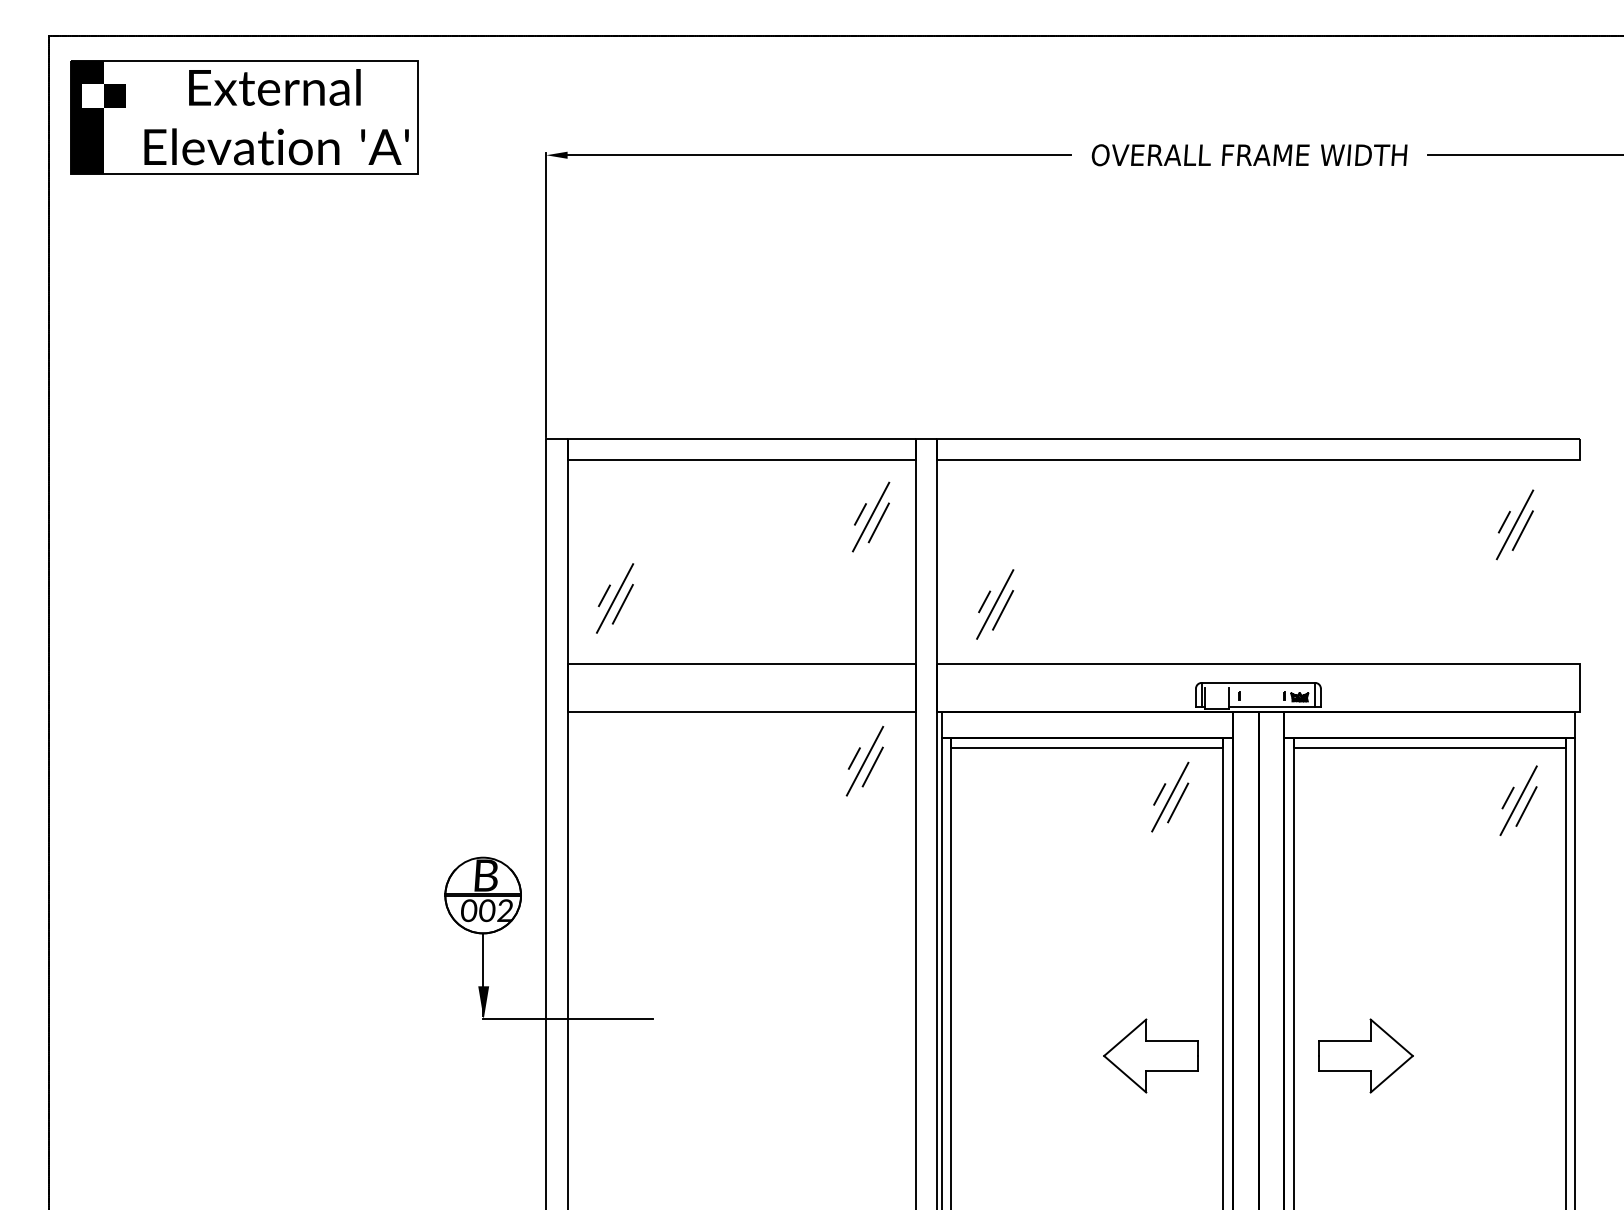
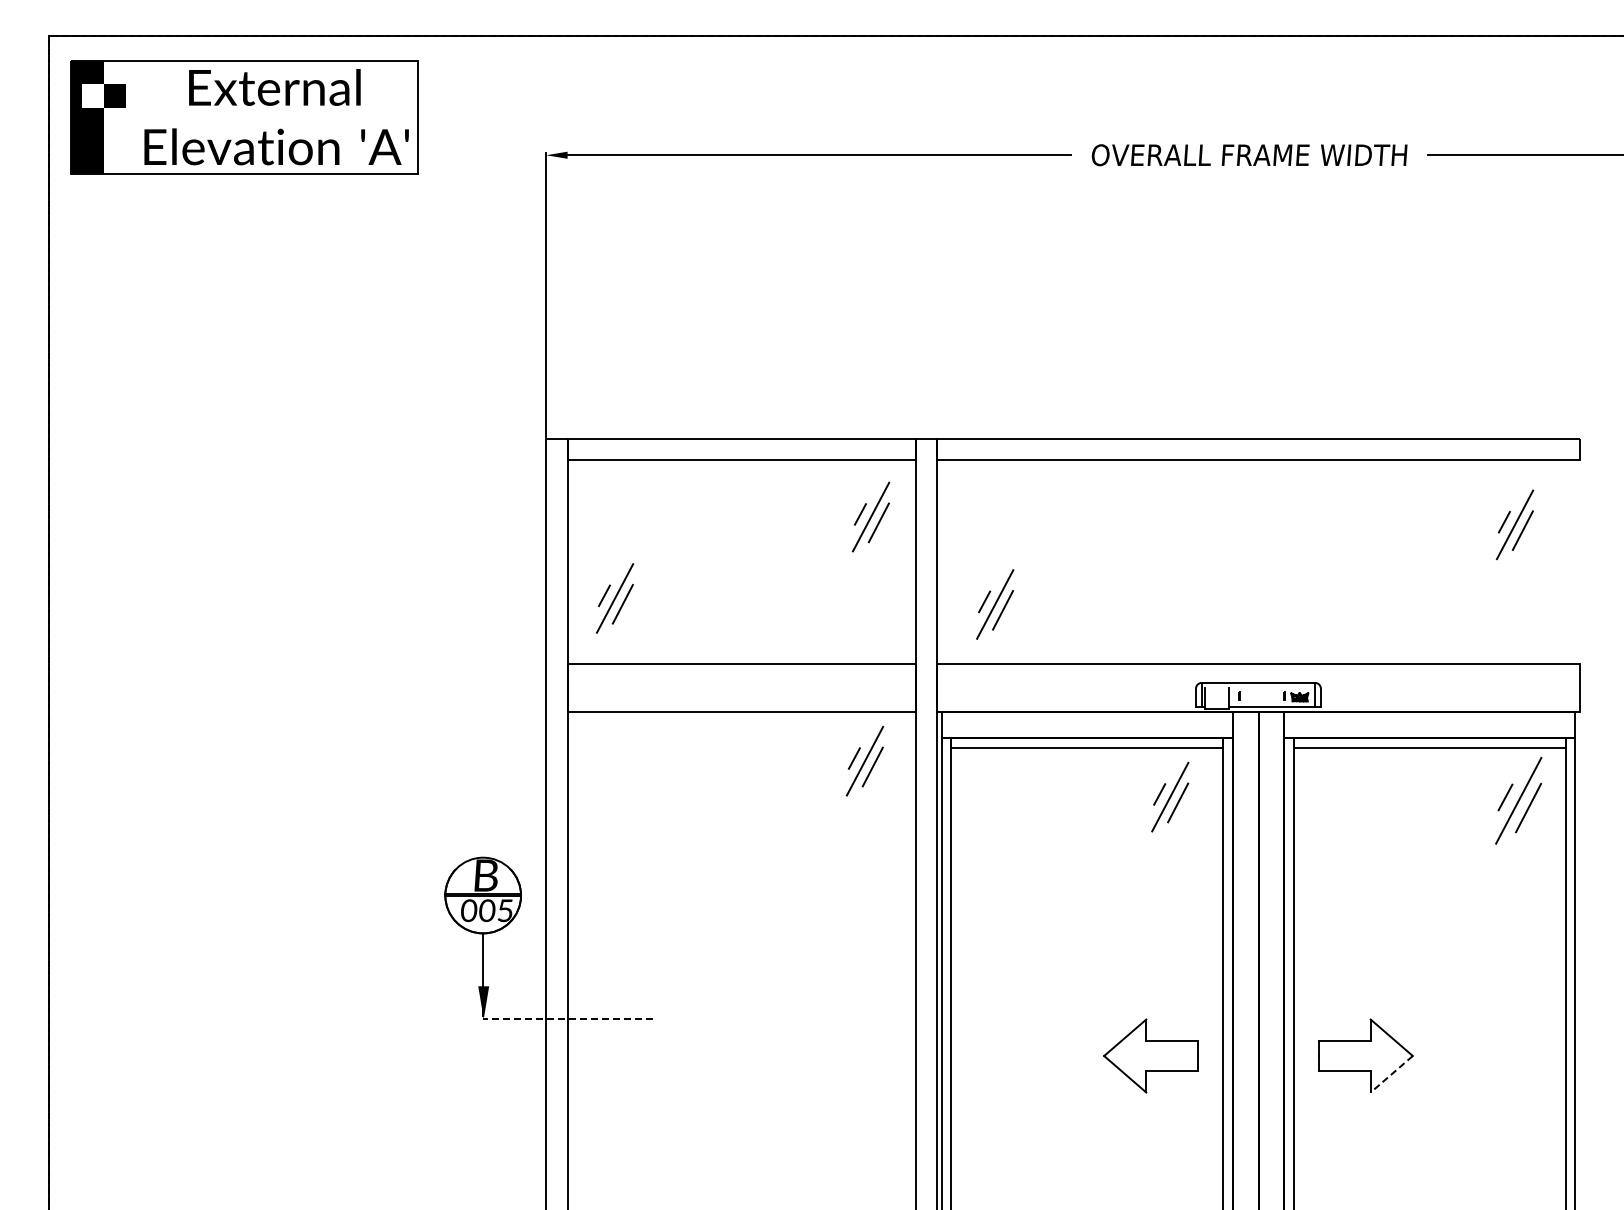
part at (1518, 800) size: 39x71 px -> 48x88 px
text at (504, 910): 002 -> 005
line at (567, 1018): solid -> dashed
line at (1391, 1074): solid -> dashed
